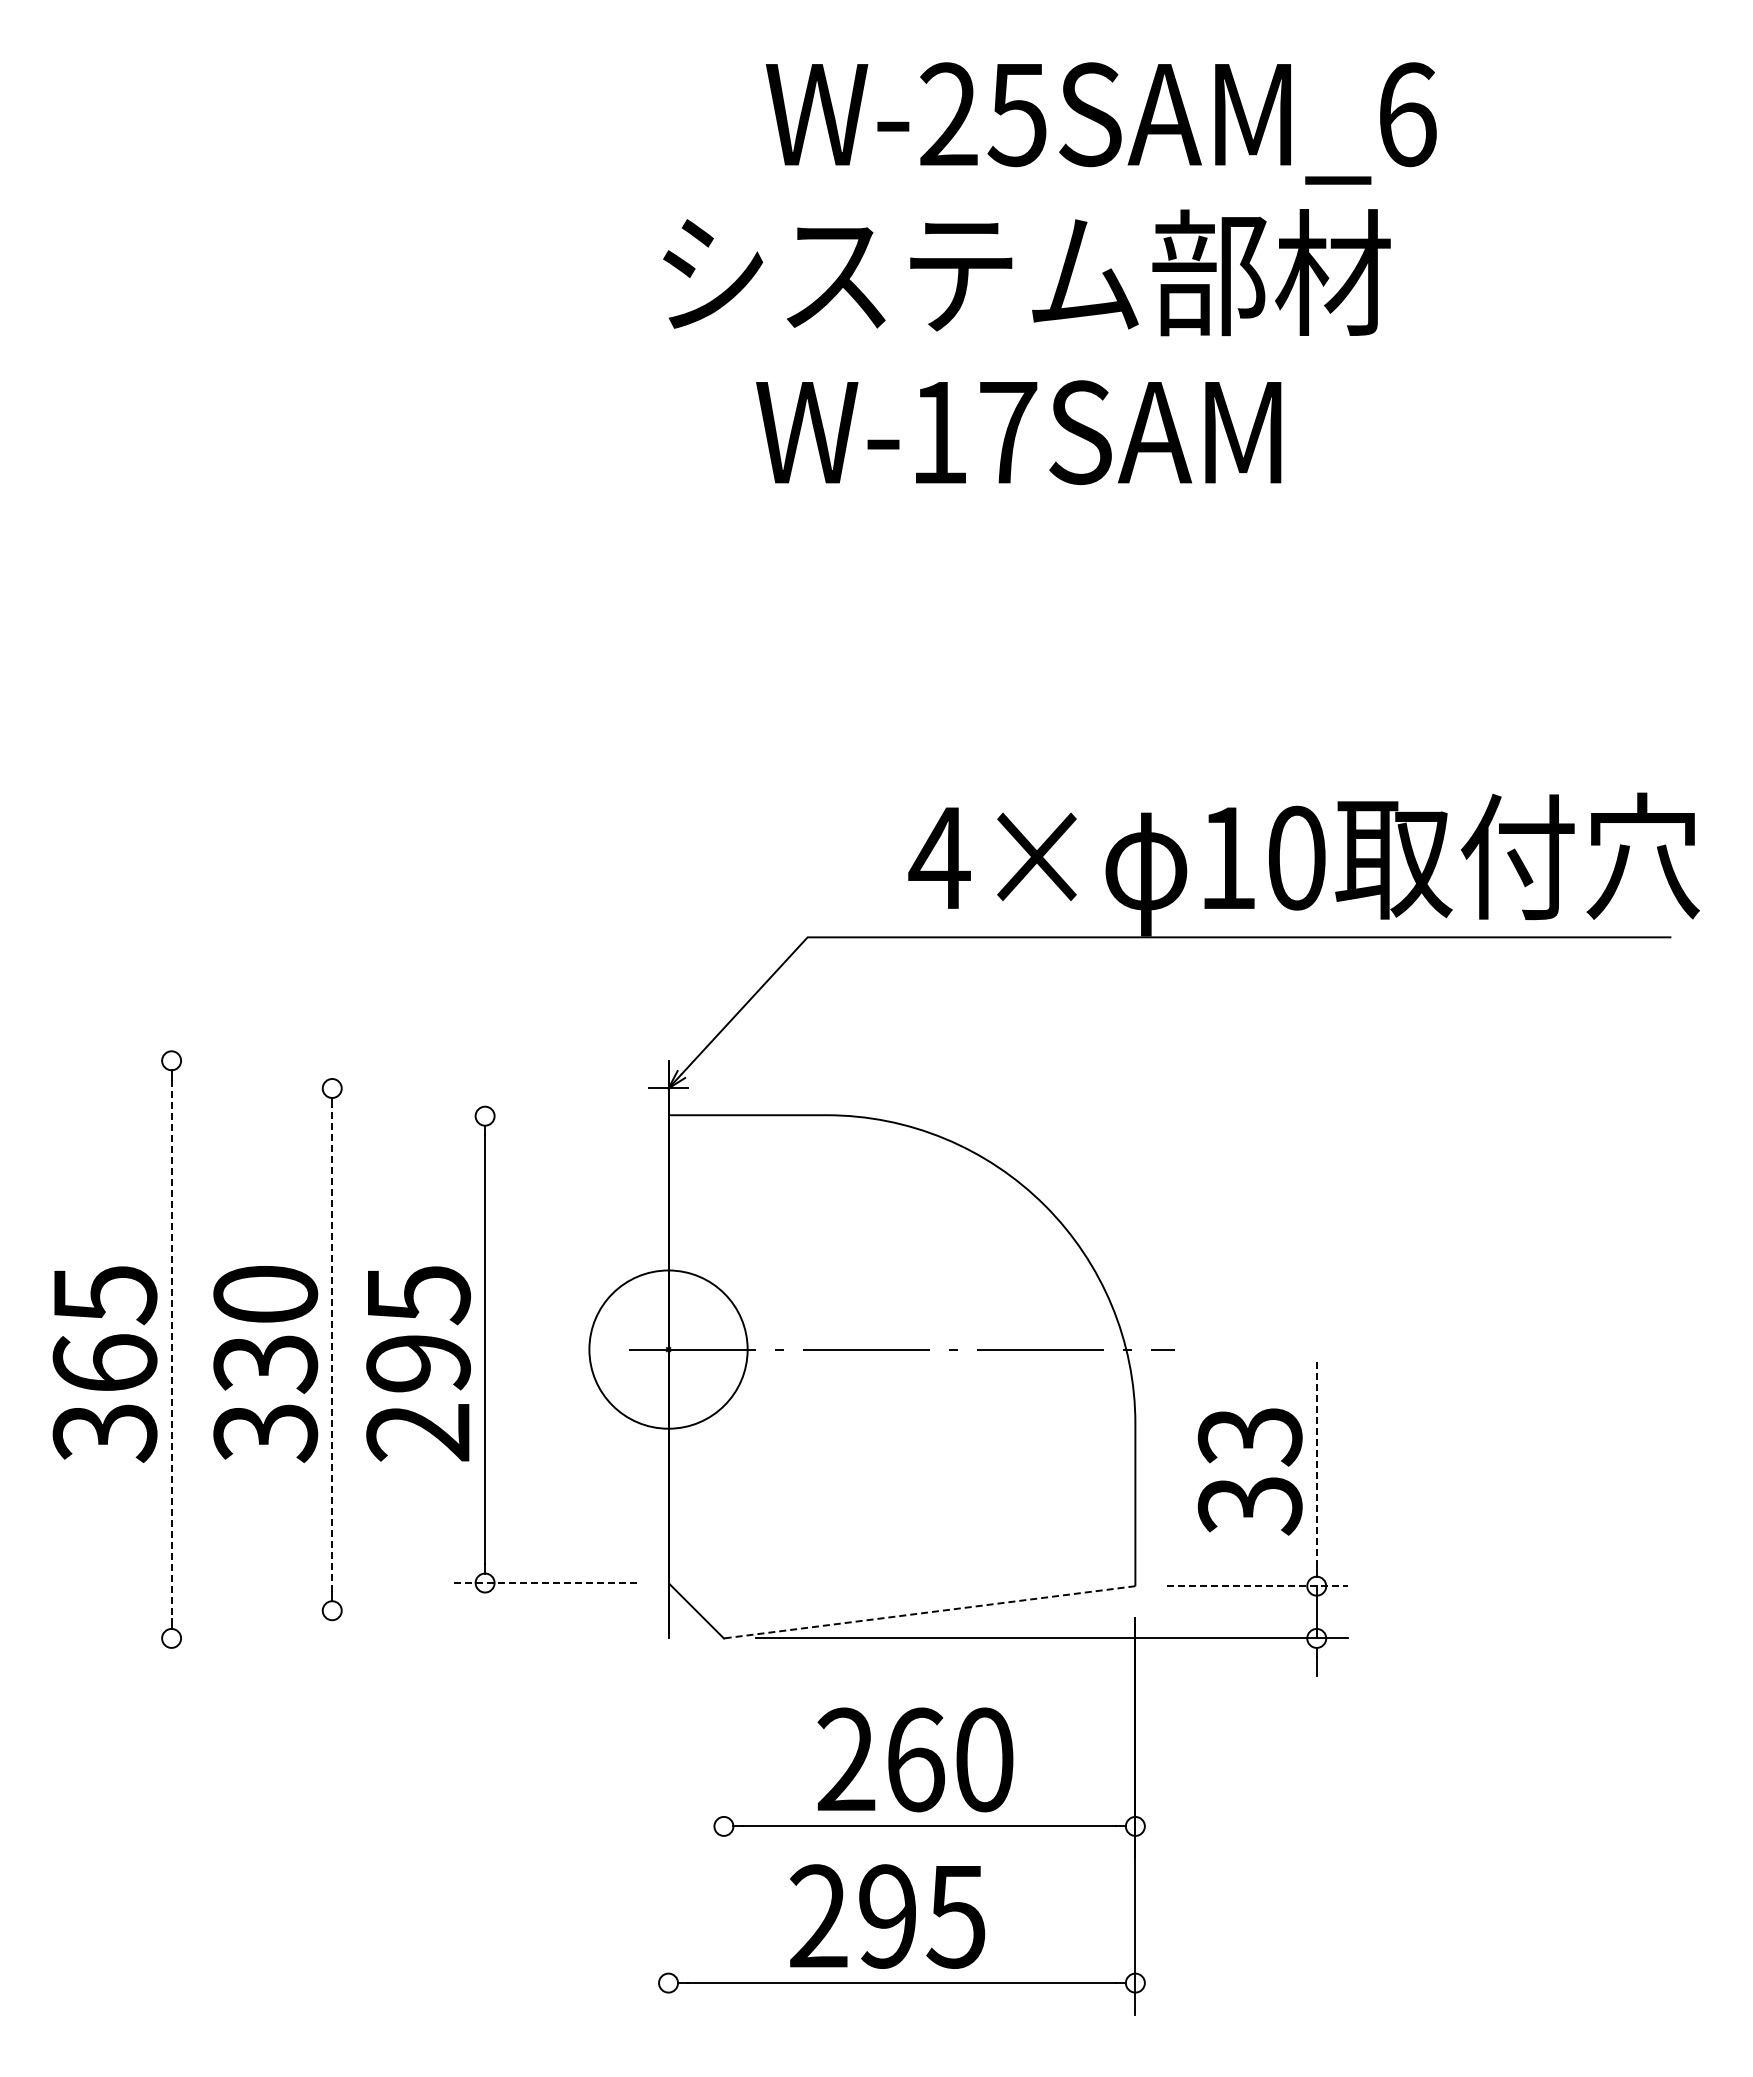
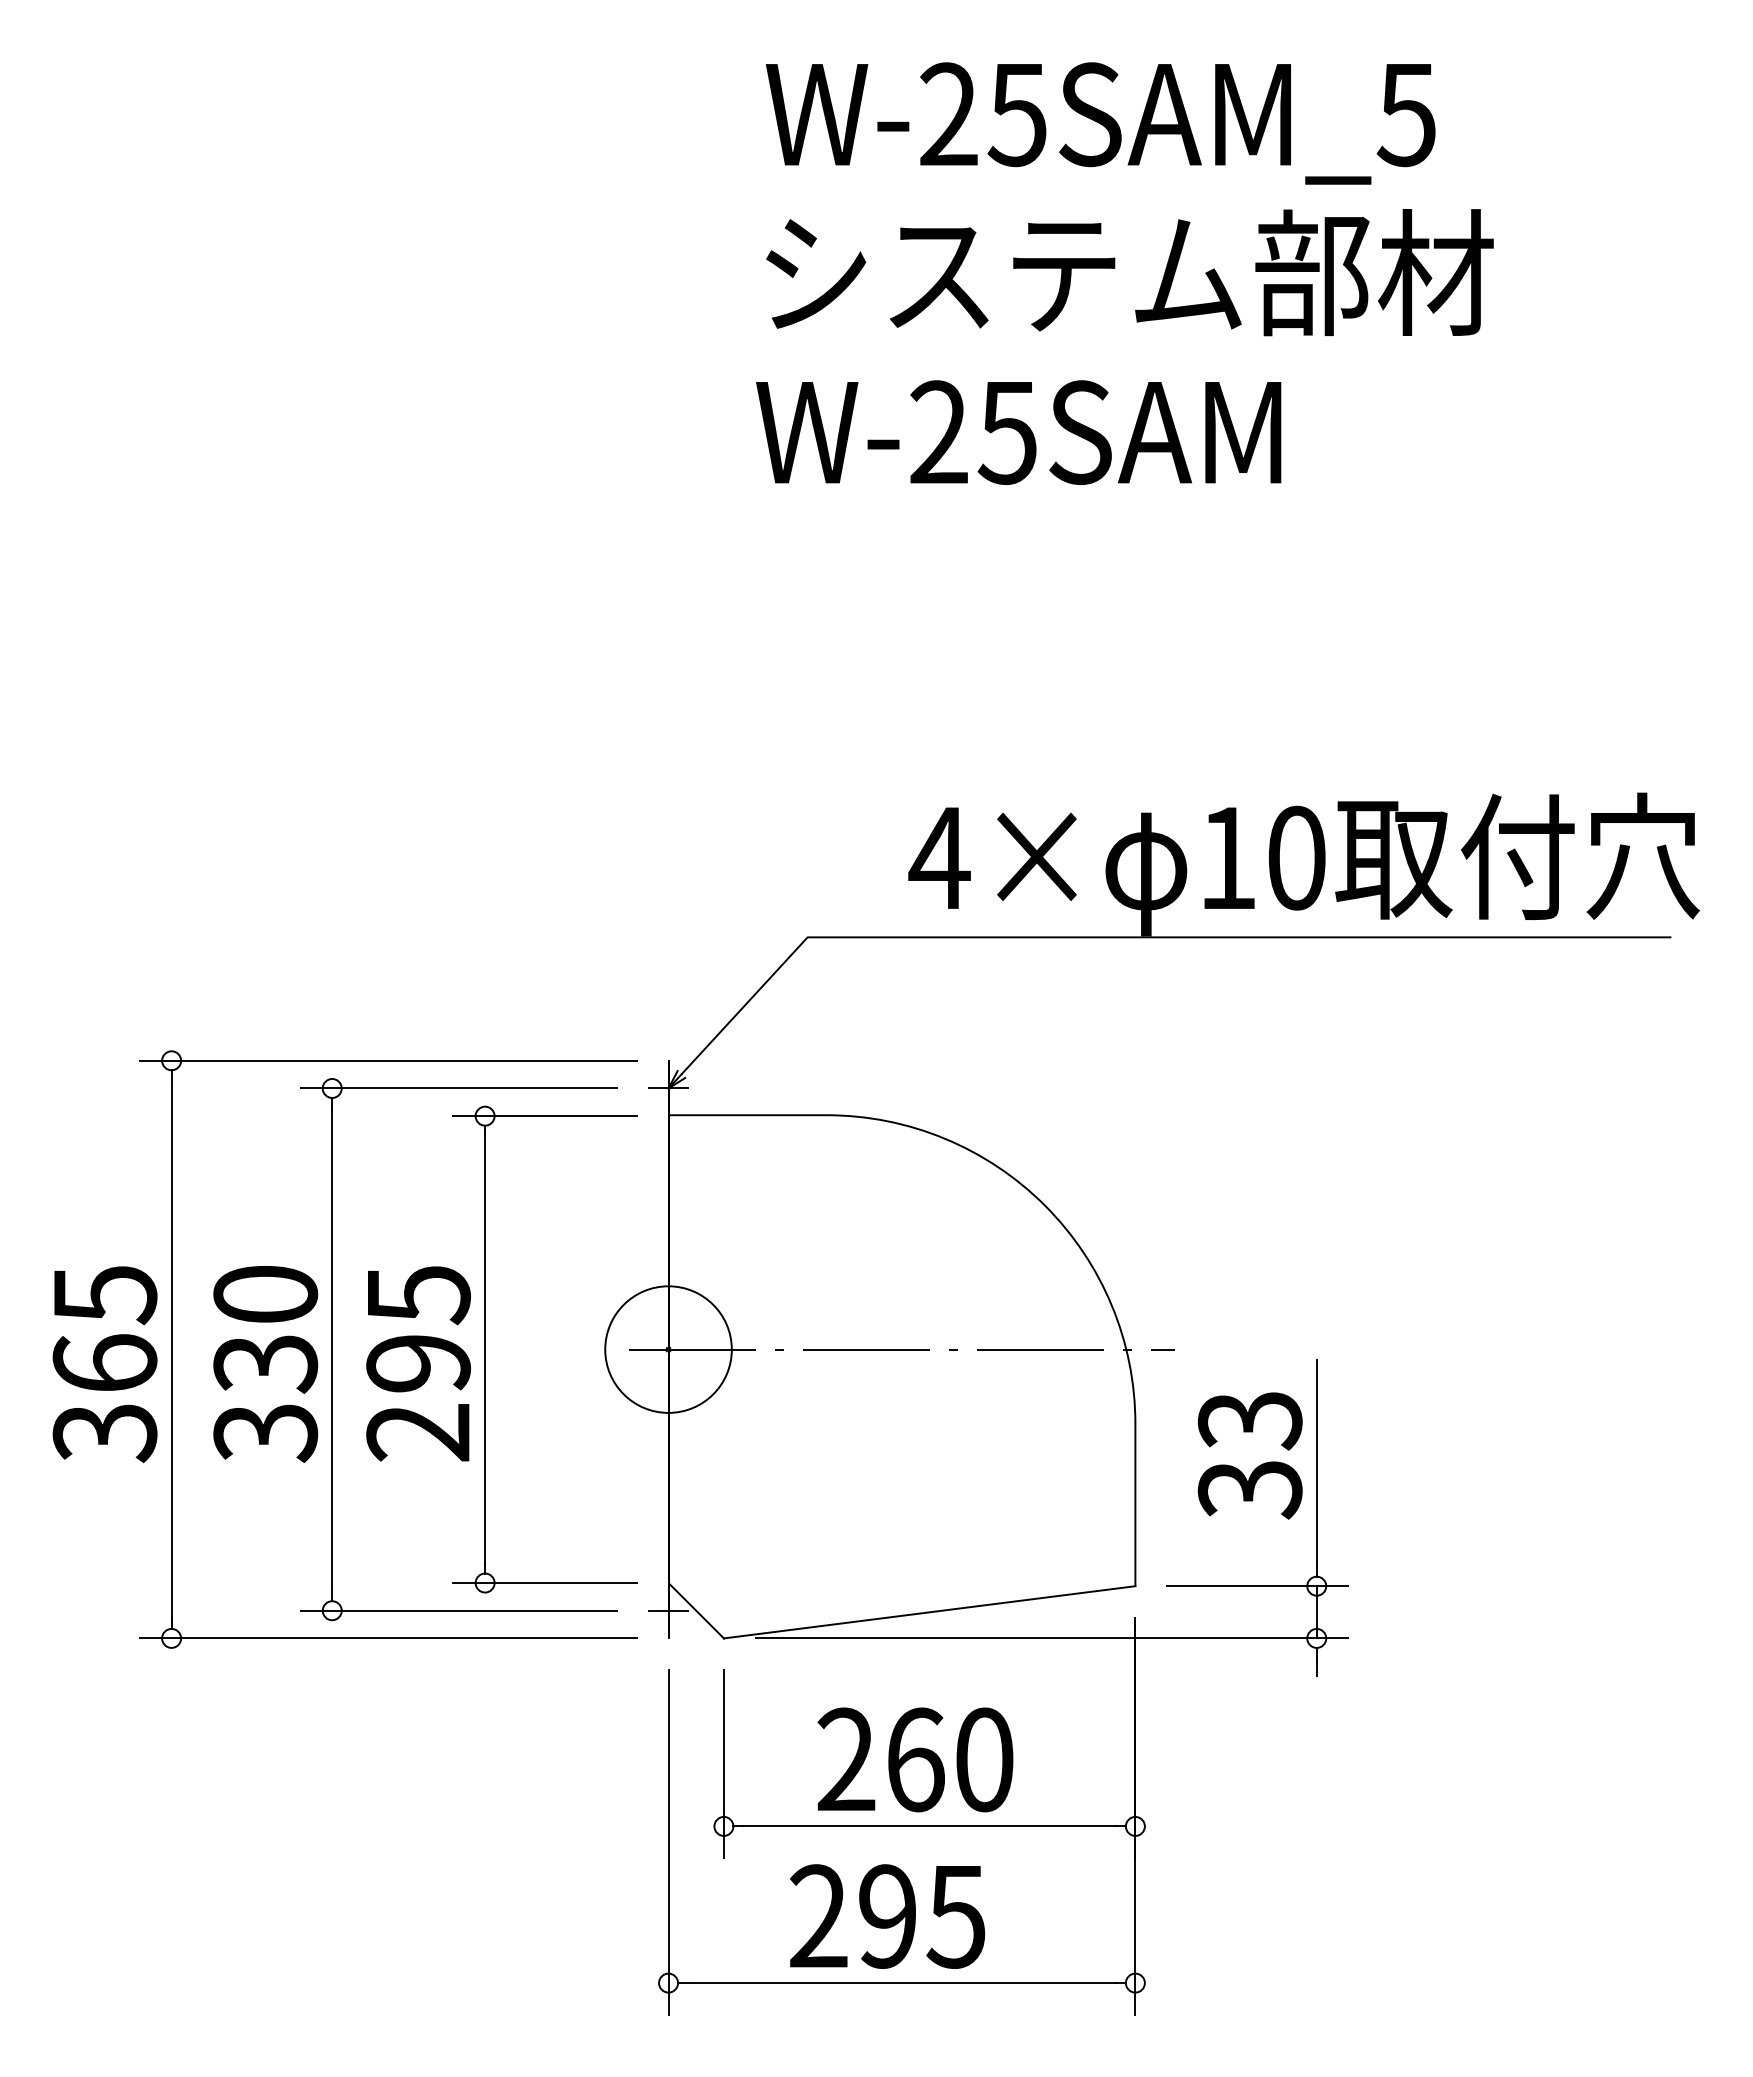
text at (1406, 114): W-25SAM_6 -> W-25SAM_5
text at (1026, 272) position: (1026, 272) -> (1129, 272)
text at (973, 432): W-17SAM -> W-25SAM
line at (387, 1060): none -> present
line at (458, 1088): none -> present
line at (544, 1116): none -> present
line at (171, 1349): dashed -> solid
line at (332, 1349): dashed -> solid
circle at (668, 1349) diameter: 158 px -> 127 px
line at (1316, 1463): dashed -> solid
text at (1249, 1471) position: (1249, 1471) -> (1249, 1455)
line at (545, 1583): dashed -> solid
line at (1257, 1586): dashed -> solid
line at (458, 1610): none -> present
line at (668, 1610): none -> present
line at (929, 1612): dashed -> solid
line at (387, 1638): none -> present
line at (723, 1764): none -> present
line at (668, 1842): none -> present
